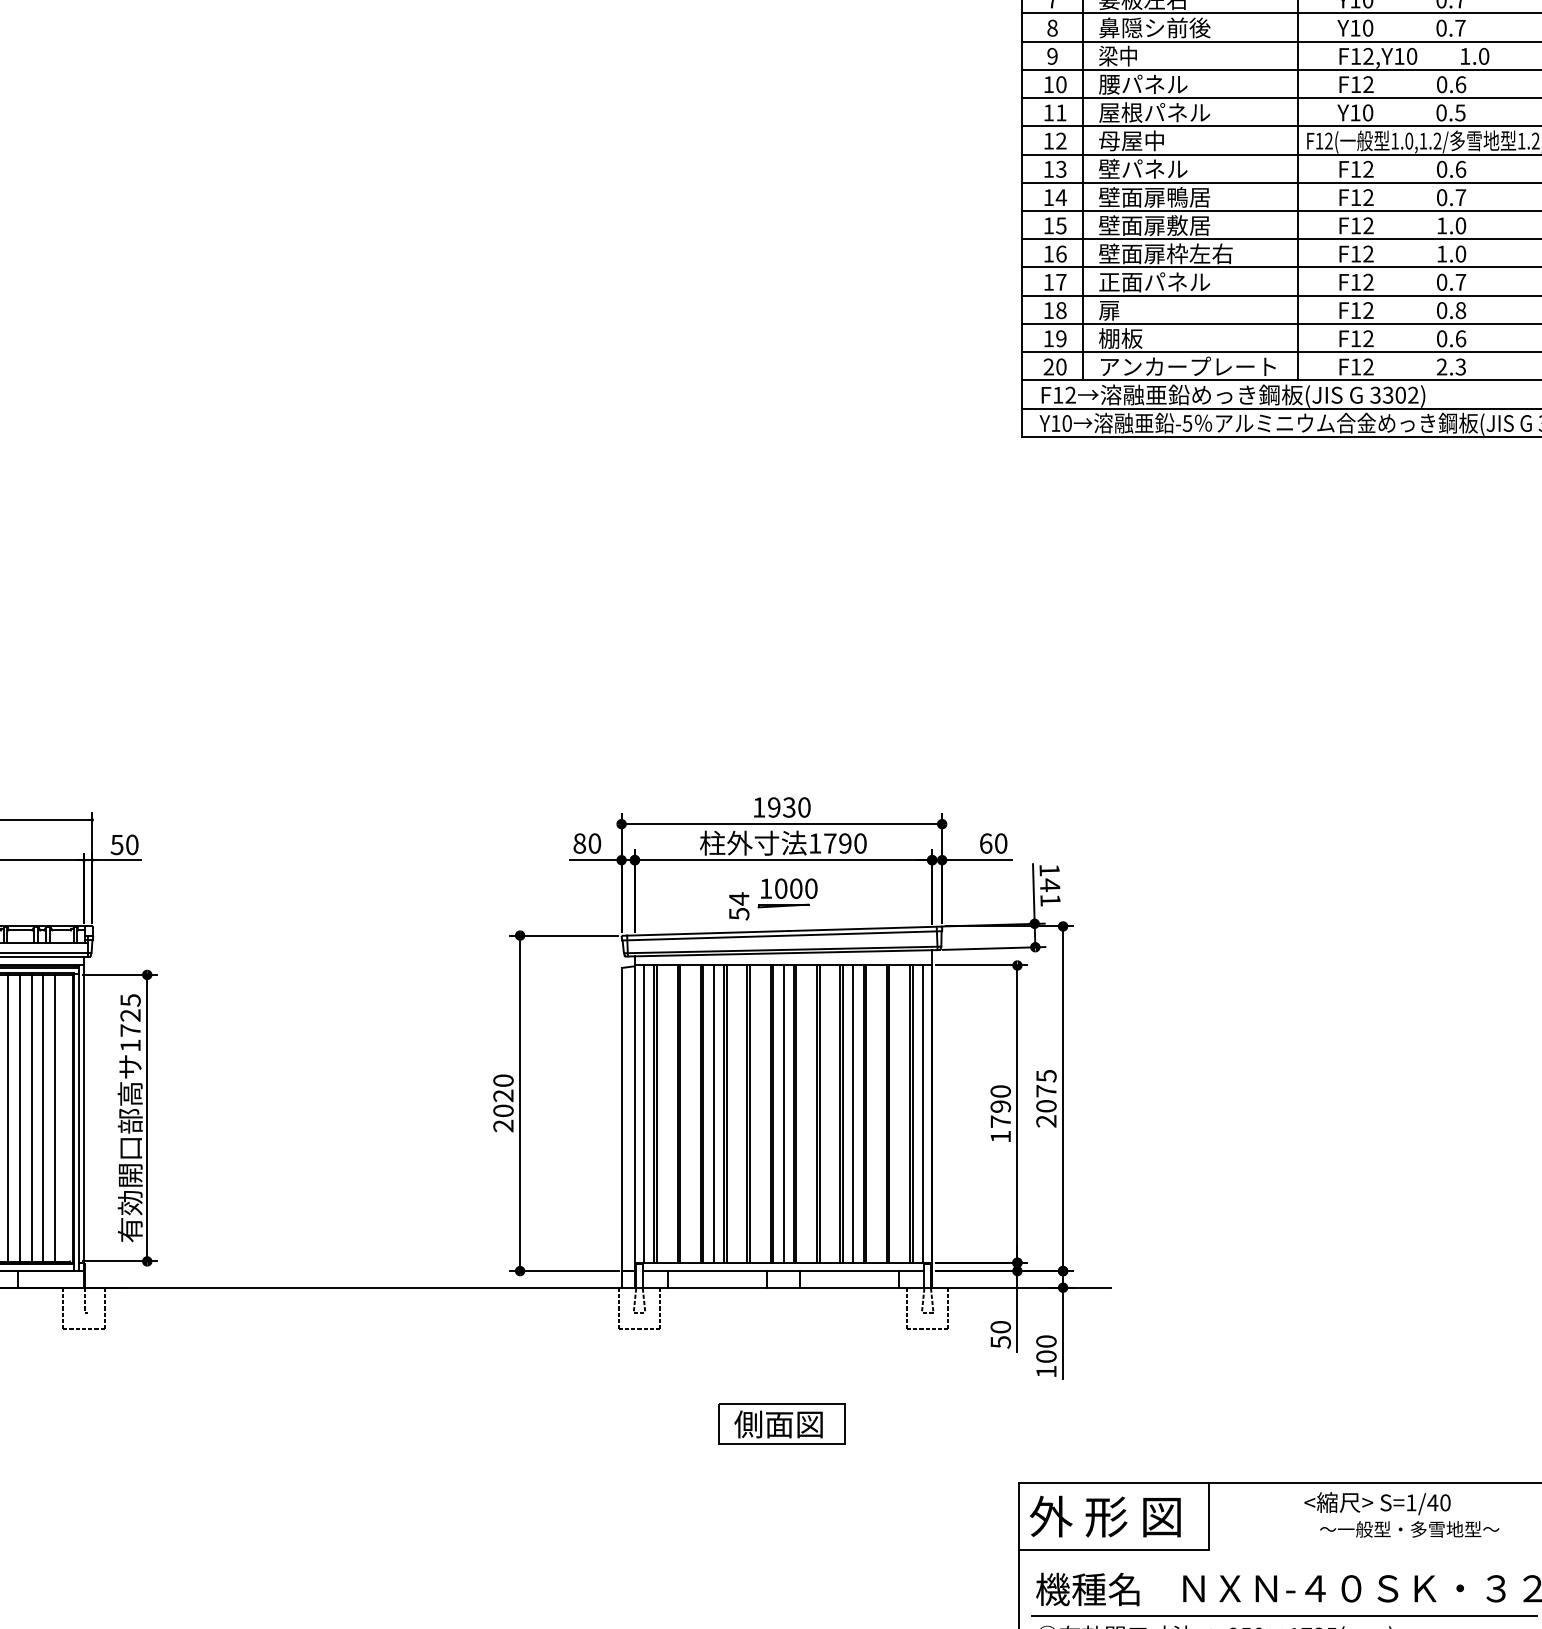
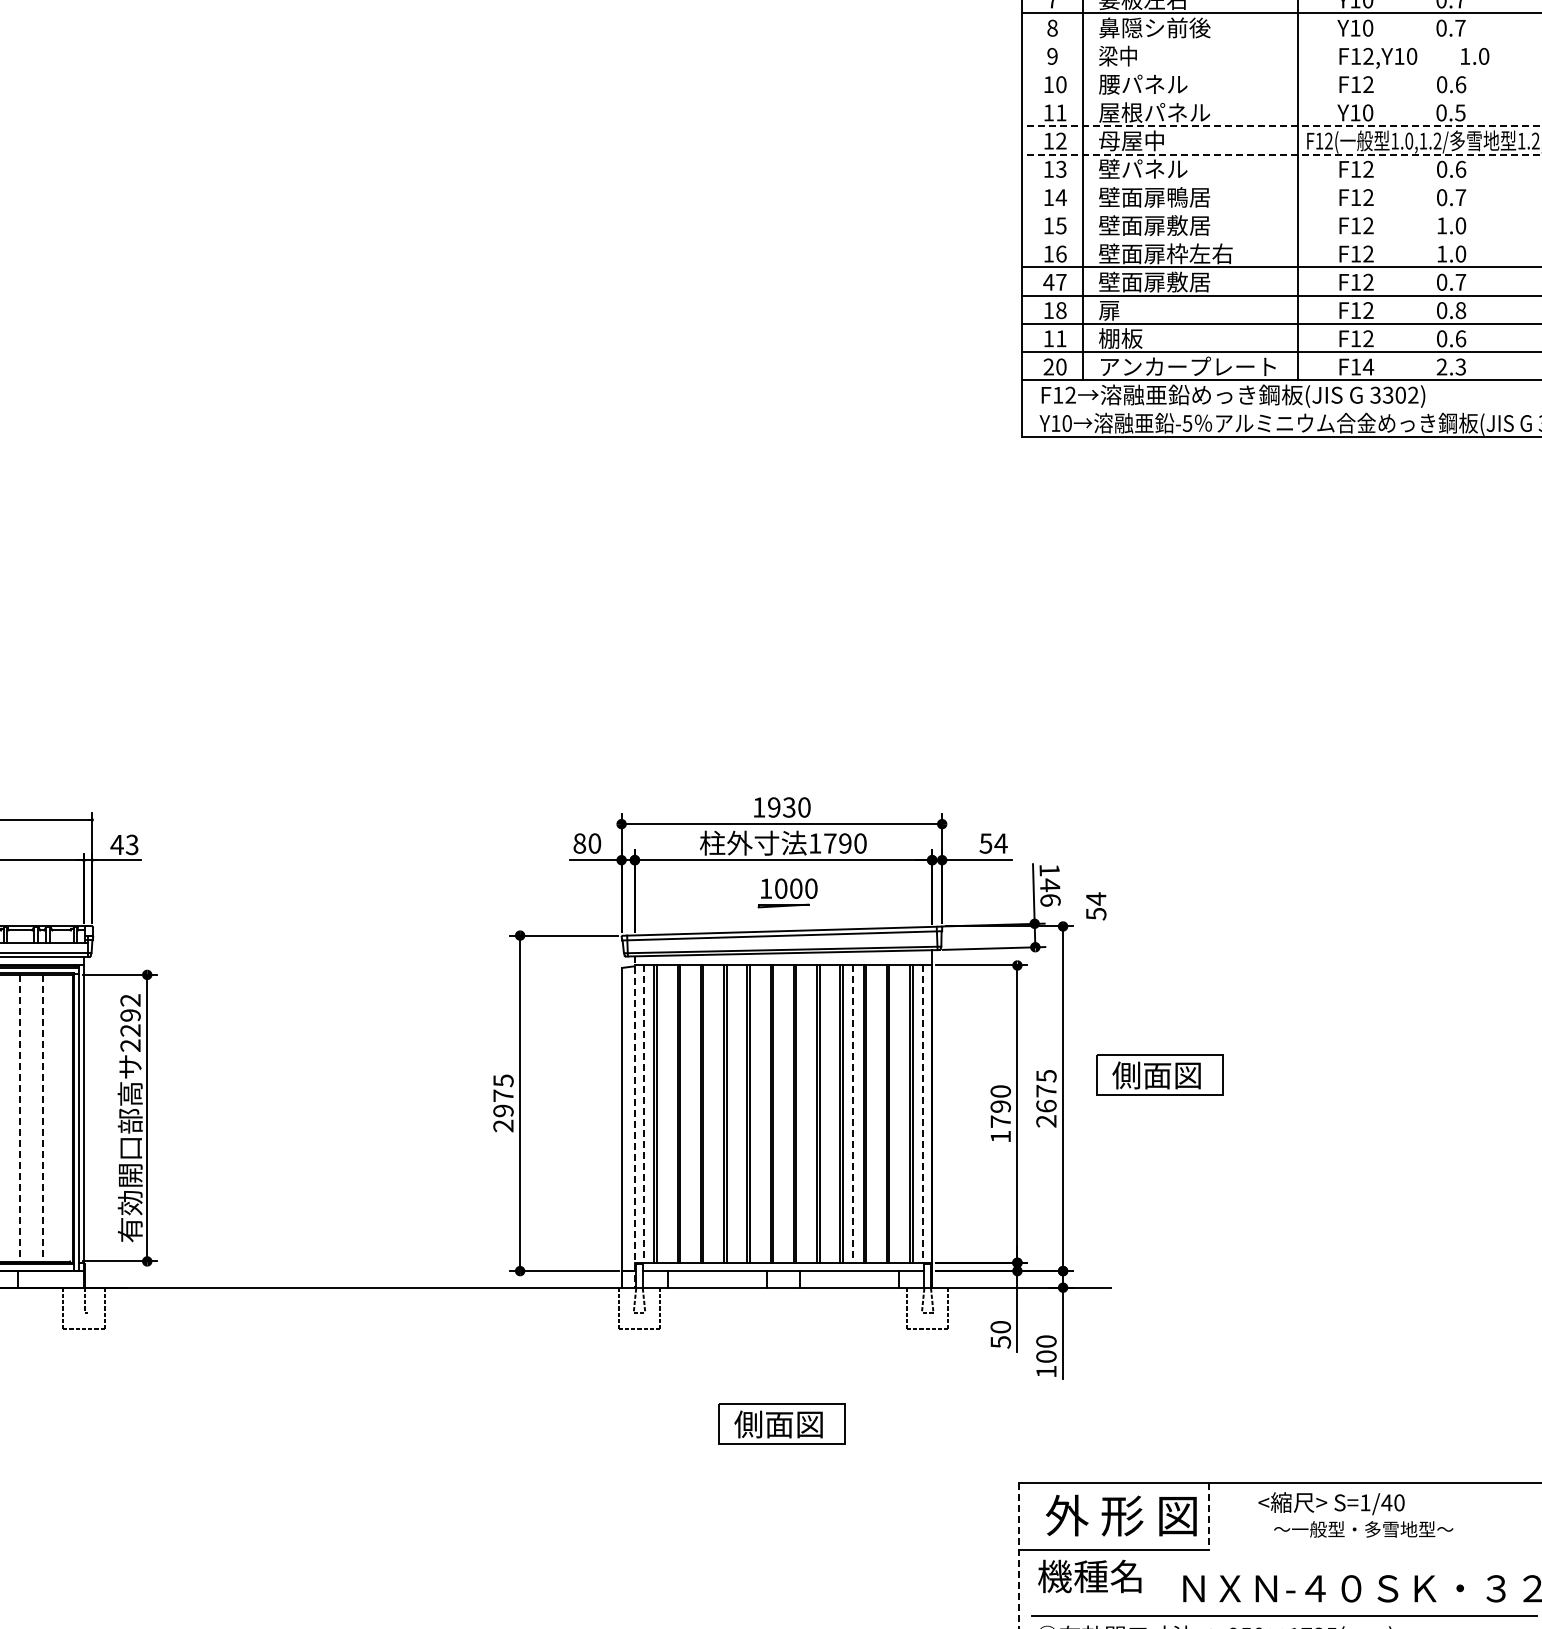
line at (1280, 41): present -> none
line at (1280, 69): present -> none
line at (1280, 98): present -> none
line at (1282, 126): solid -> dashed
line at (1282, 154): solid -> dashed
line at (1280, 182): present -> none
line at (1280, 211): present -> none
line at (1280, 239): present -> none
text at (1154, 281): 正面パネル -> 壁面扉敷居
text at (1048, 282): 17 -> 47
text at (1061, 338): 19 -> 11
text at (1368, 366): F12 -> F14
line at (1280, 408): present -> none
text at (993, 843): 60 -> 54
text at (124, 844): 50 -> 43
text at (1050, 900): 141 -> 146
text at (739, 906) position: (739, 906) -> (1096, 906)
text at (130, 1022): 1725 -> 2292
part at (1159, 1074): none -> present
text at (503, 1095): 2020 -> 2975
text at (1046, 1105): 2075 -> 2675
line at (713, 1113): present -> none
line at (783, 1113): present -> none
line at (644, 1114): solid -> dashed
line at (853, 1114): solid -> dashed
line at (923, 1114): solid -> dashed
line at (8, 1117): present -> none
line at (31, 1117): present -> none
line at (54, 1117): present -> none
line at (20, 1118): solid -> dashed
line at (43, 1118): solid -> dashed
line at (634, 1122): solid -> dashed
text at (1401, 1514) position: (1401, 1514) -> (1355, 1514)
text at (1105, 1516) position: (1105, 1516) -> (1121, 1515)
line at (1209, 1516): solid -> dashed
line at (1019, 1555): solid -> dashed
text at (1087, 1589) position: (1087, 1589) -> (1089, 1576)
